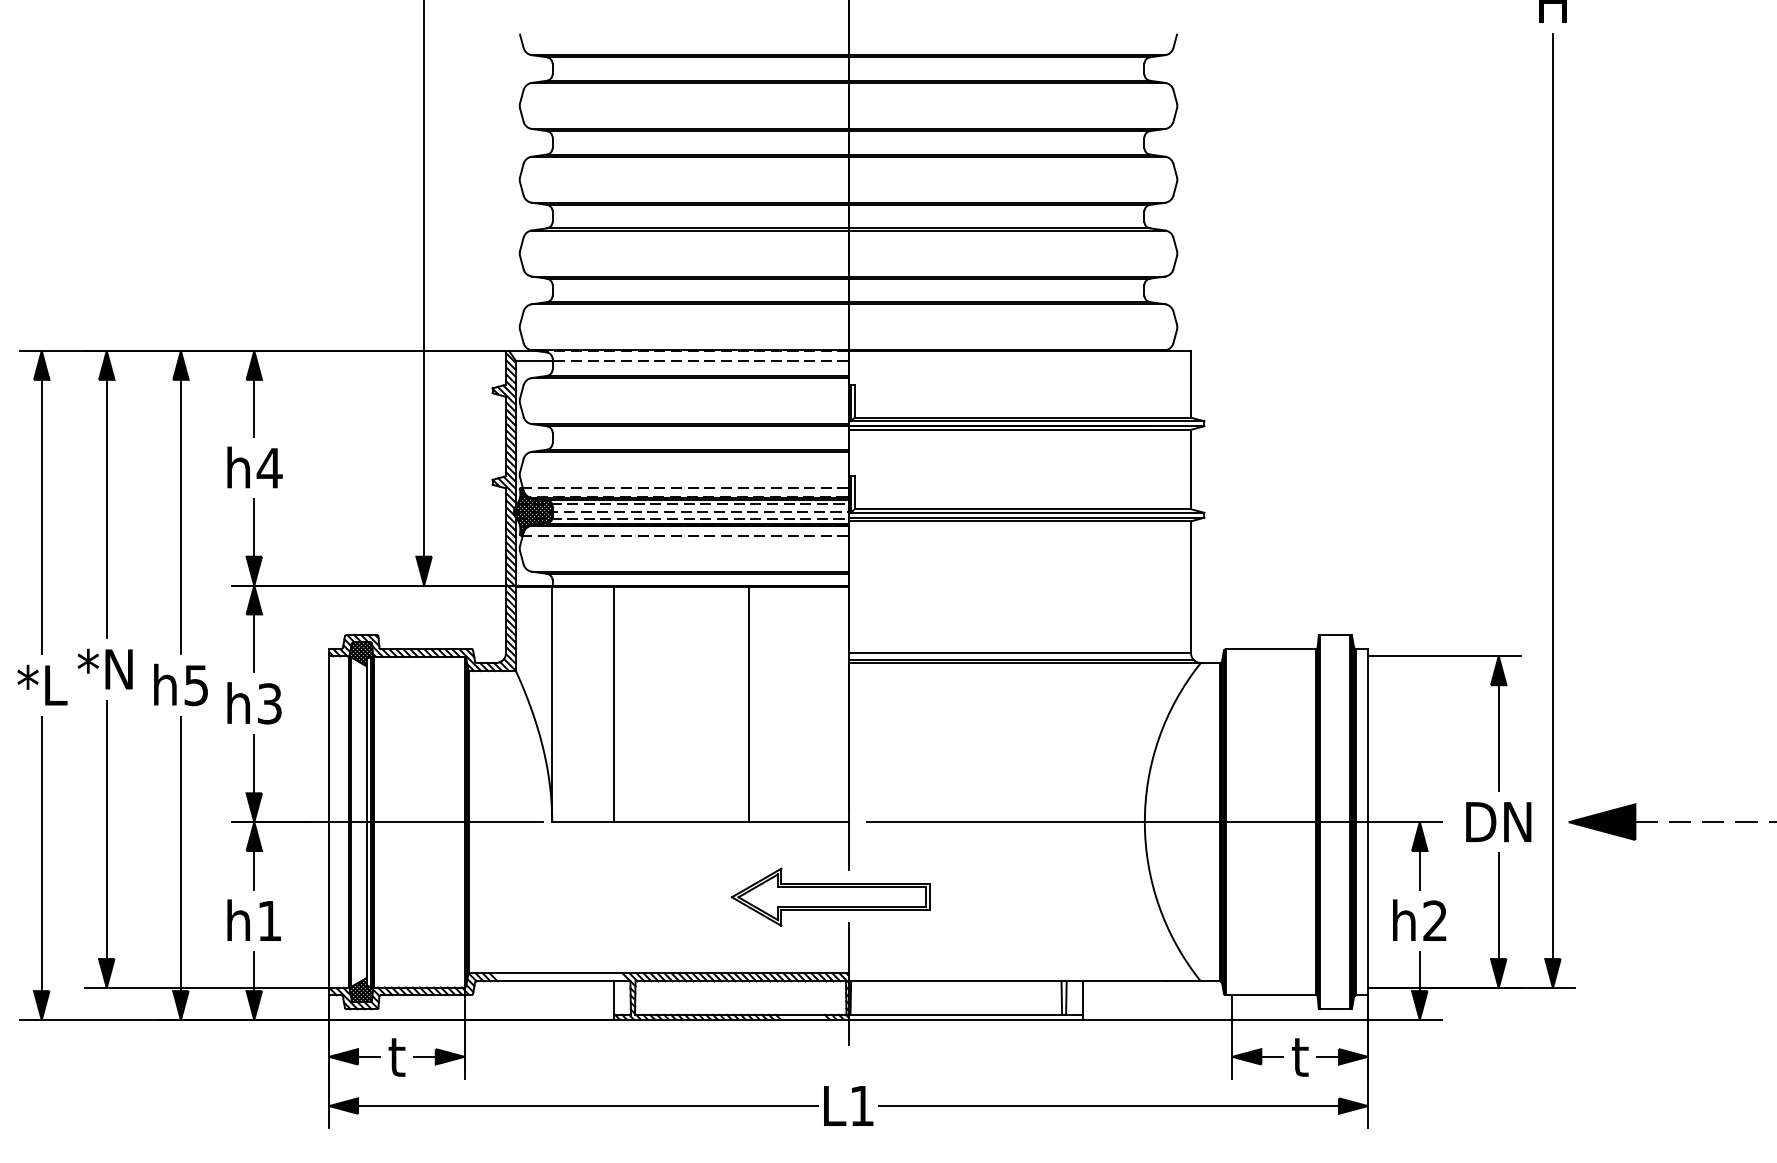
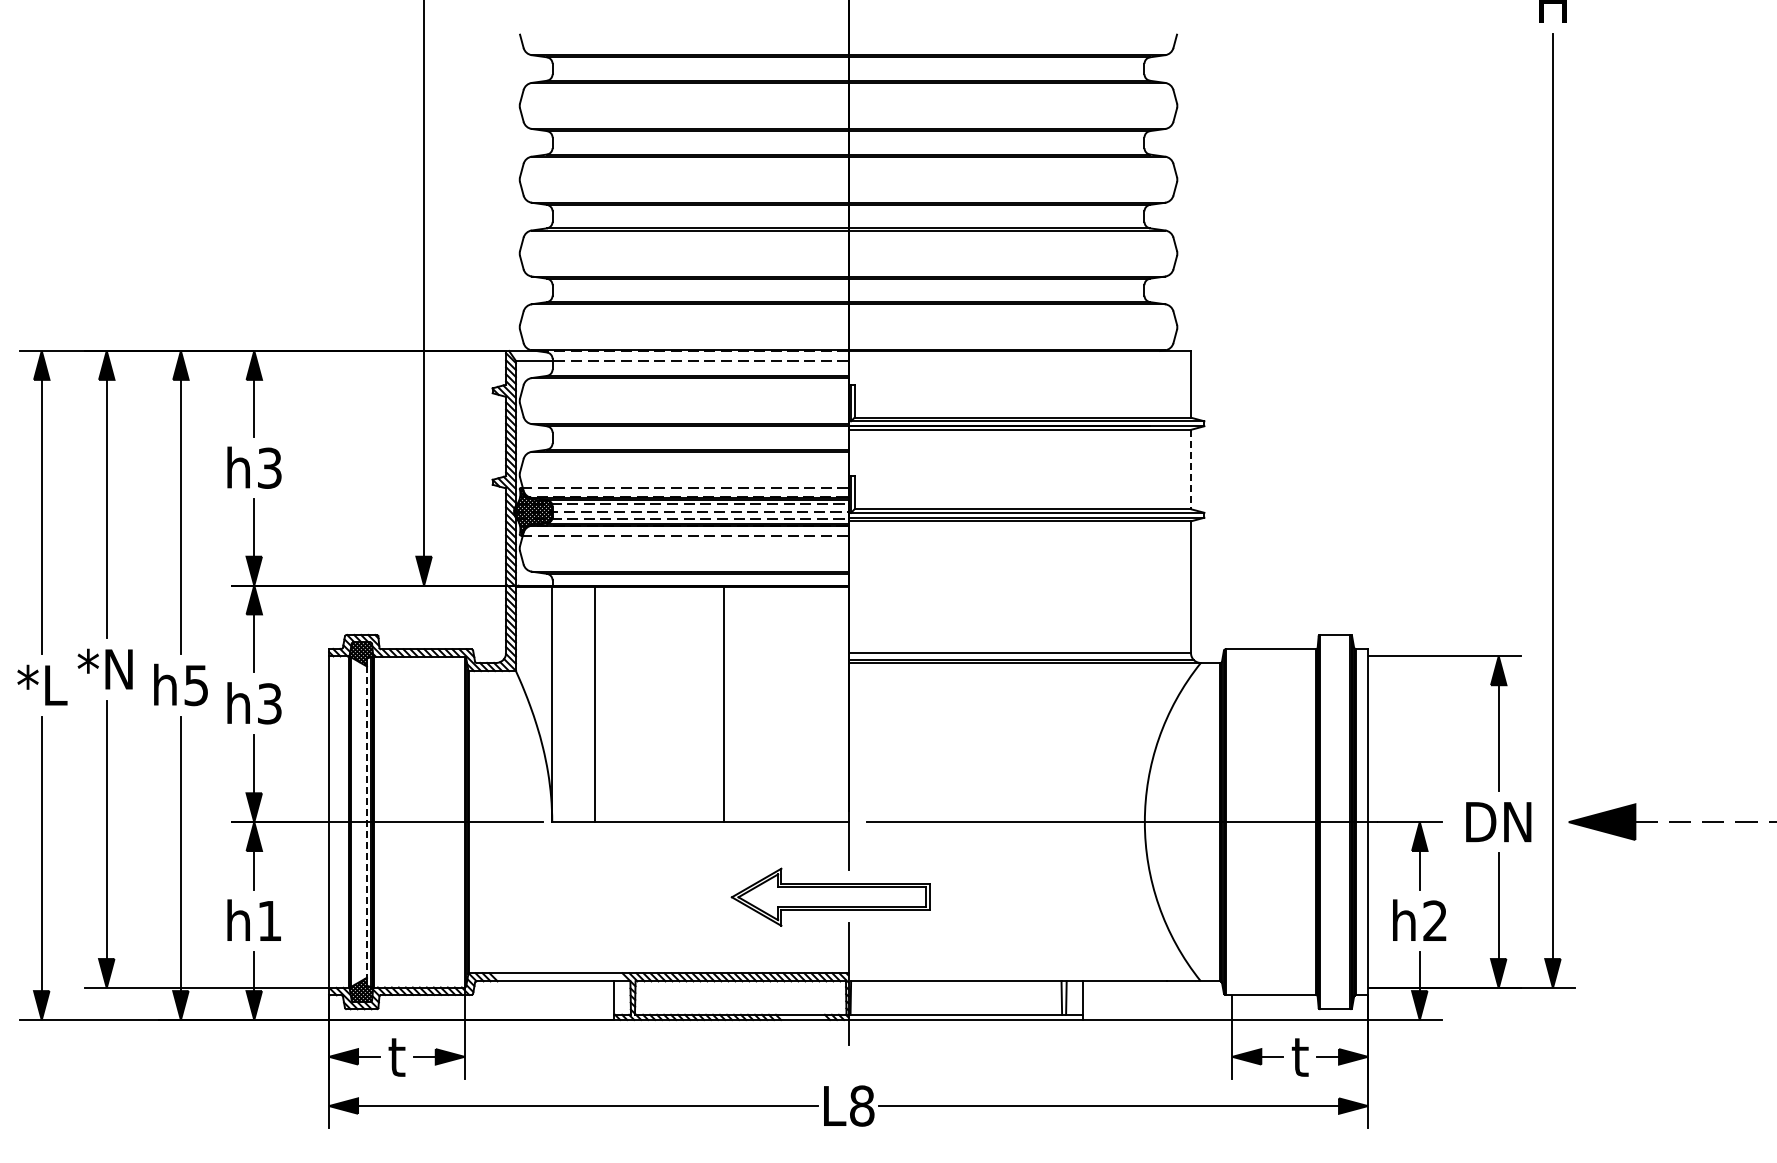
text at (269, 467): h4 -> h3
line at (1190, 469): solid -> dashed
line at (614, 704) position: (614, 704) -> (595, 704)
line at (749, 704) position: (749, 704) -> (724, 704)
line at (366, 822): solid -> dashed
text at (862, 1105): L1 -> L8
